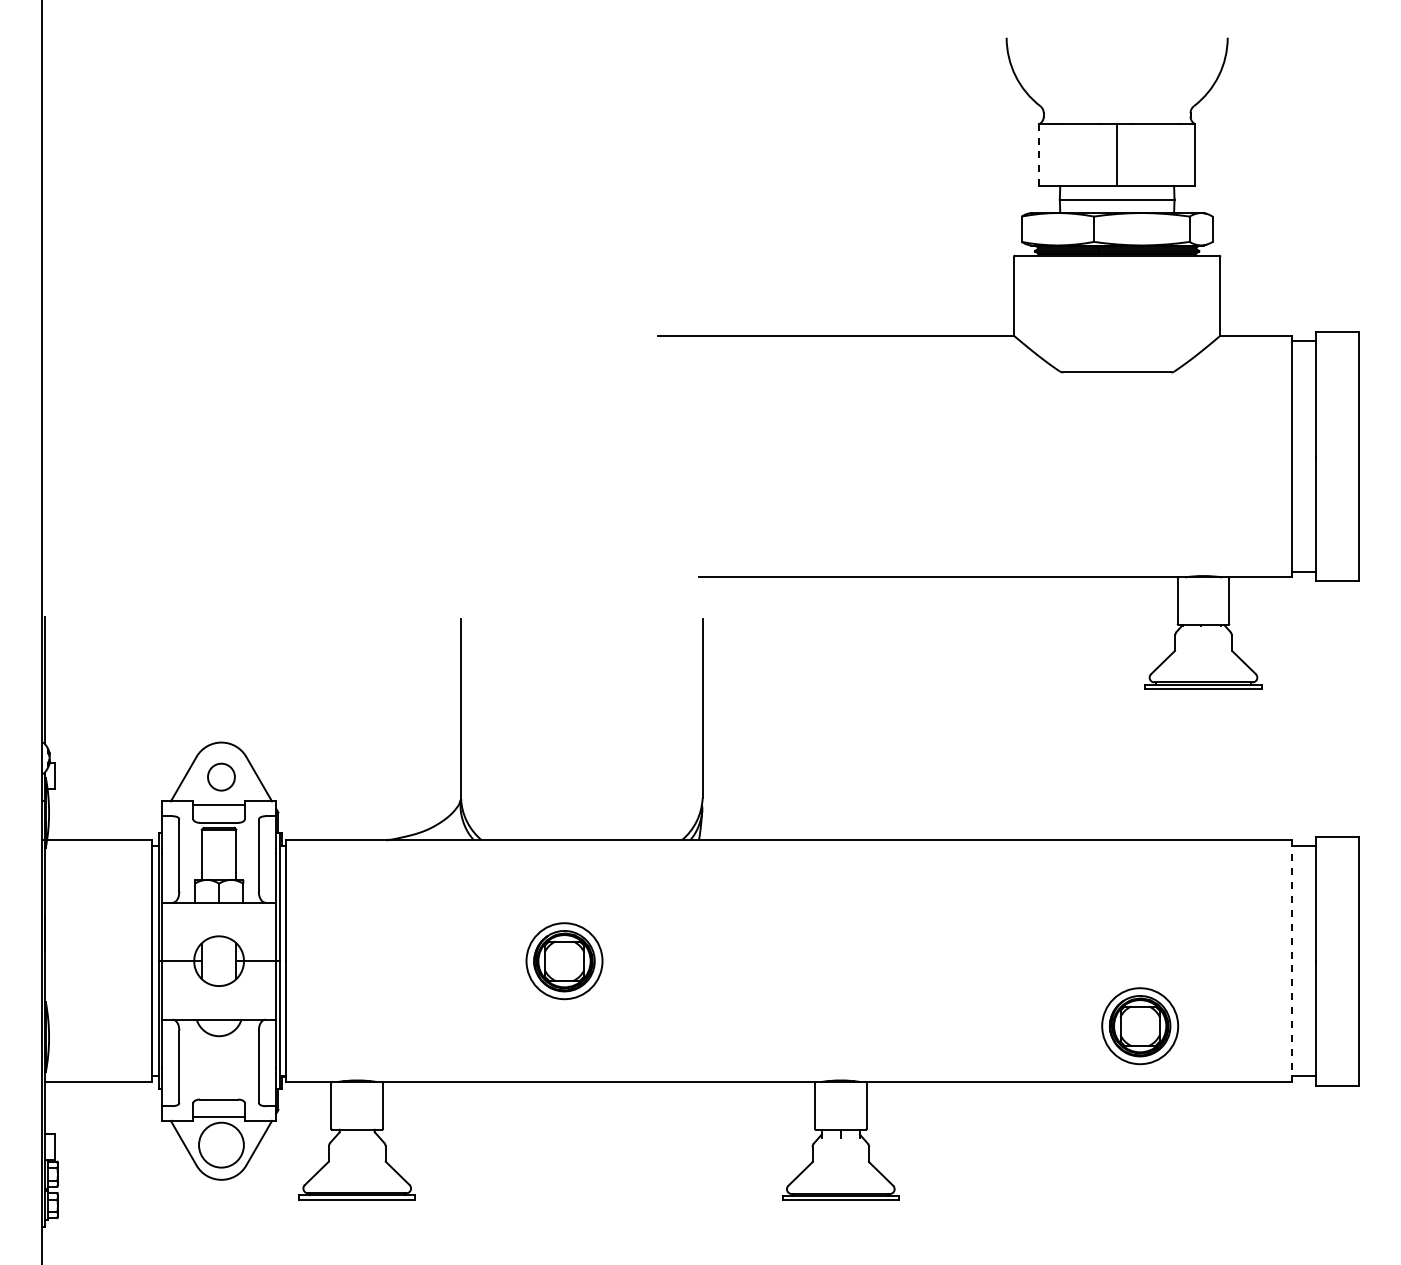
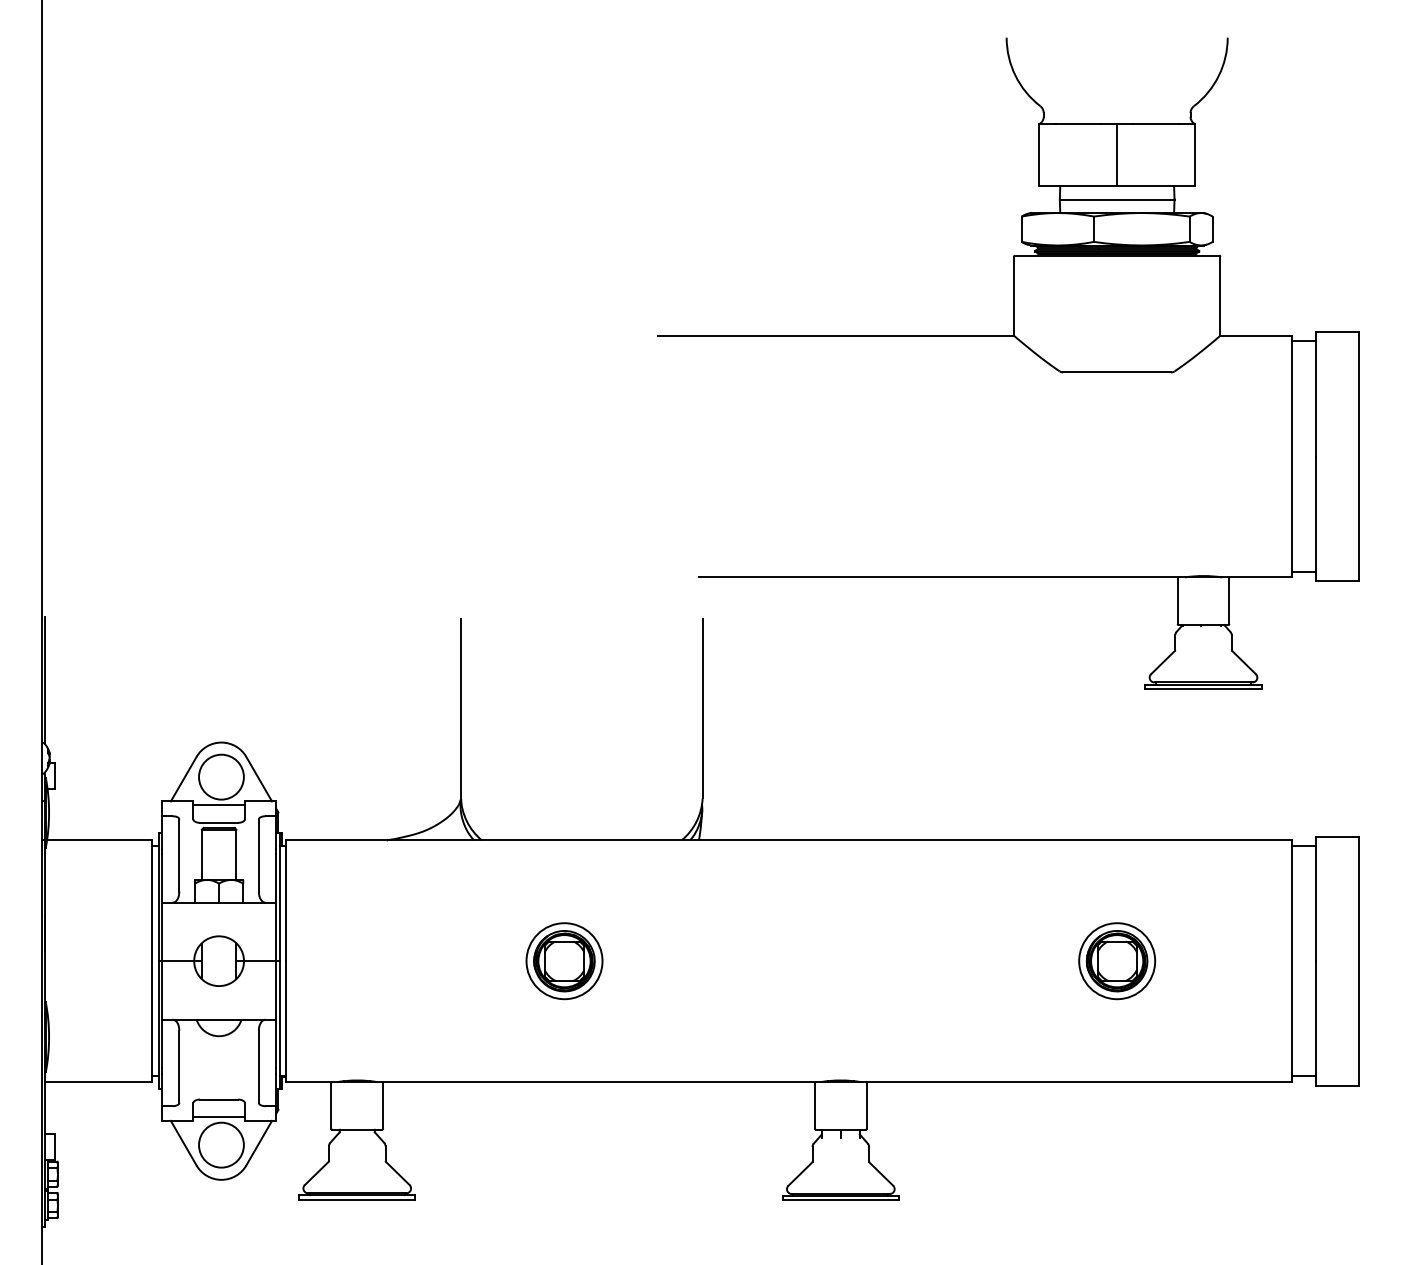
line at (1039, 154): dashed -> solid
circle at (221, 776) diameter: 27 px -> 45 px
line at (1292, 961): dashed -> solid
part at (1140, 1026) position: (1140, 1026) -> (1117, 961)
